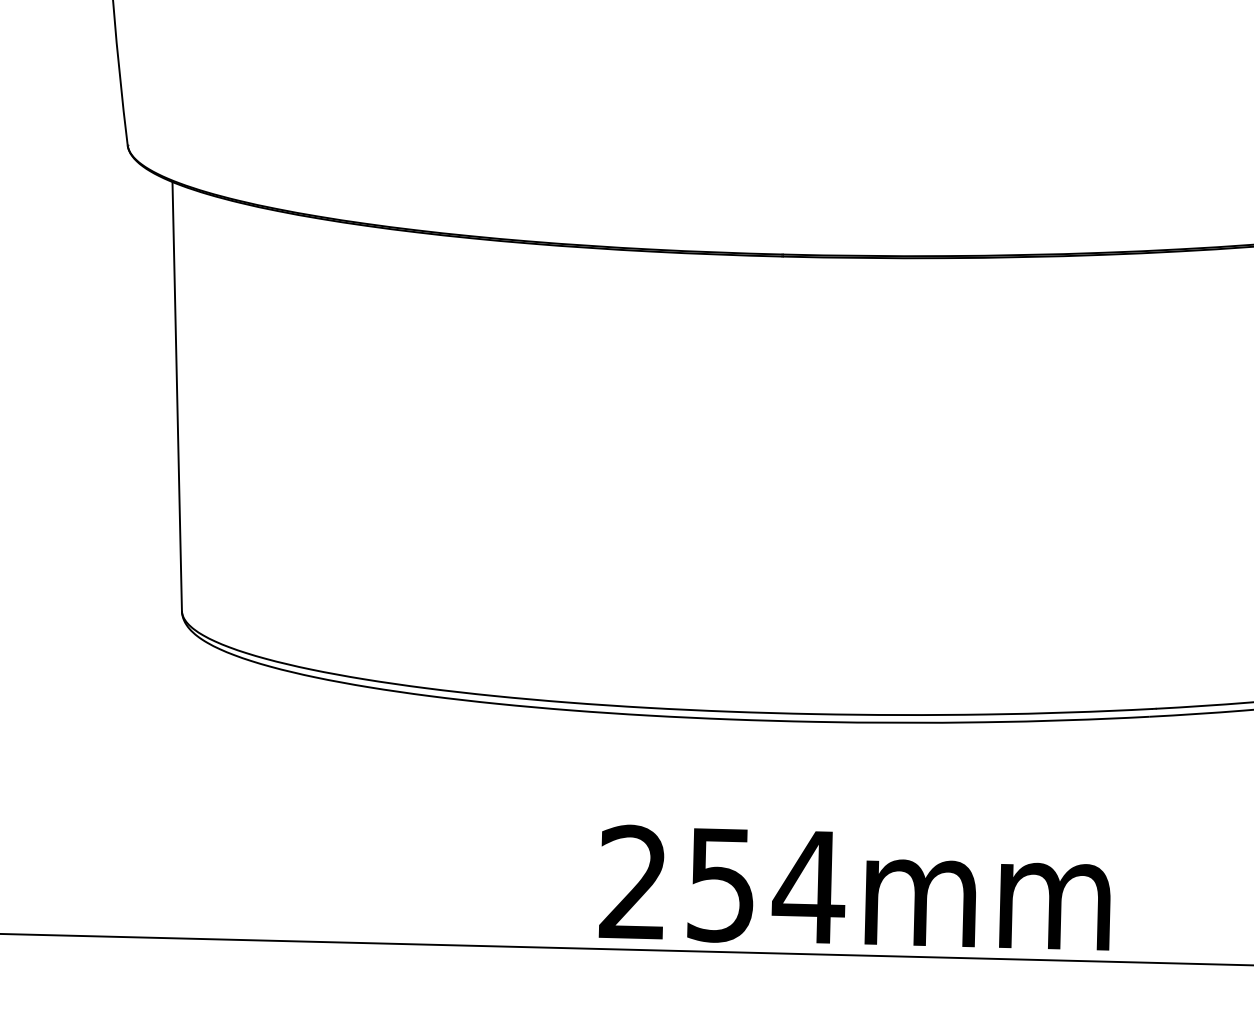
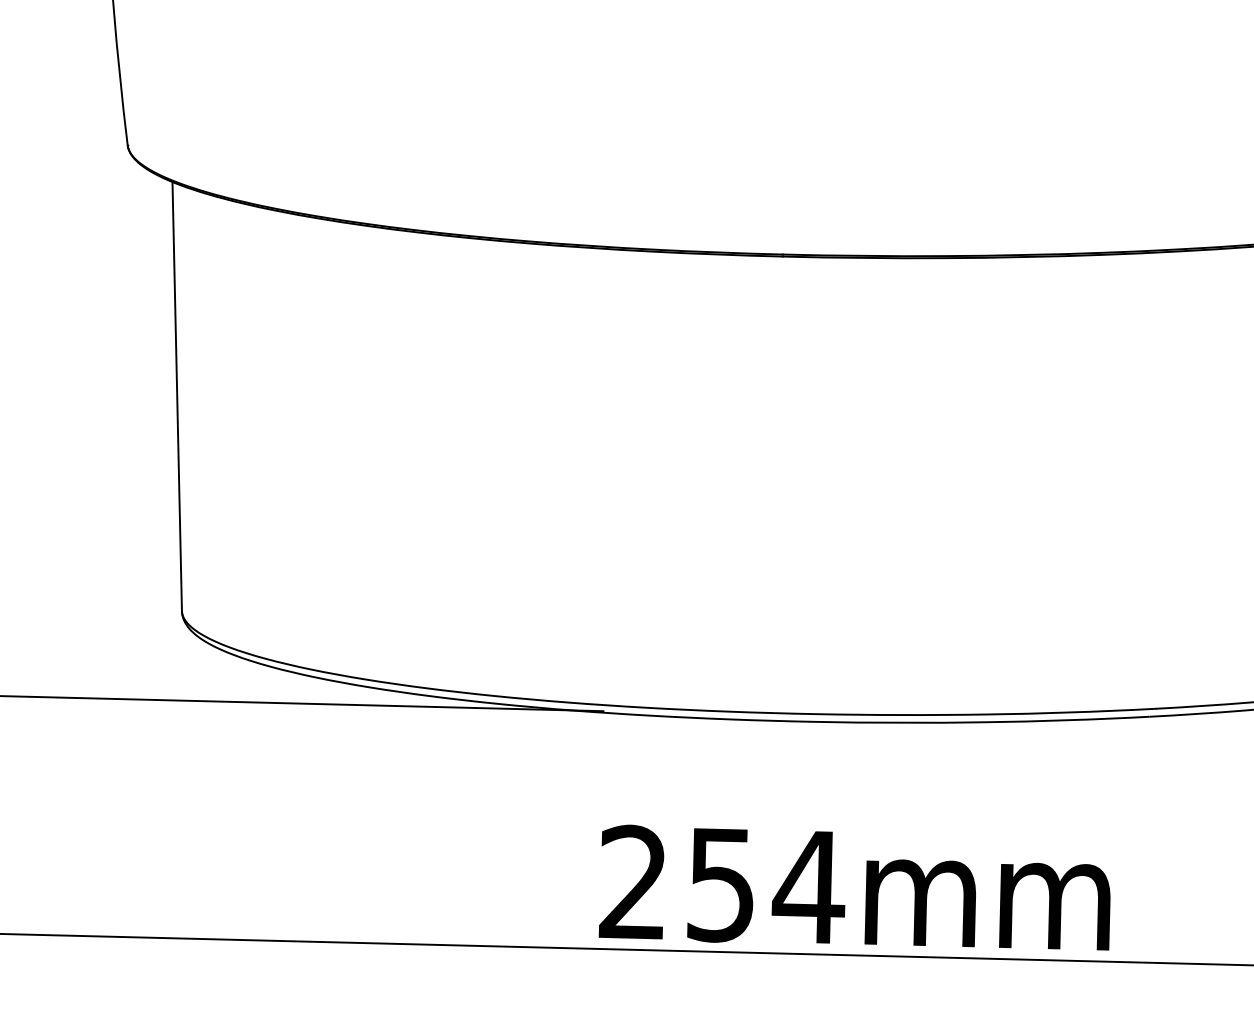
line at (302, 703): none -> present
